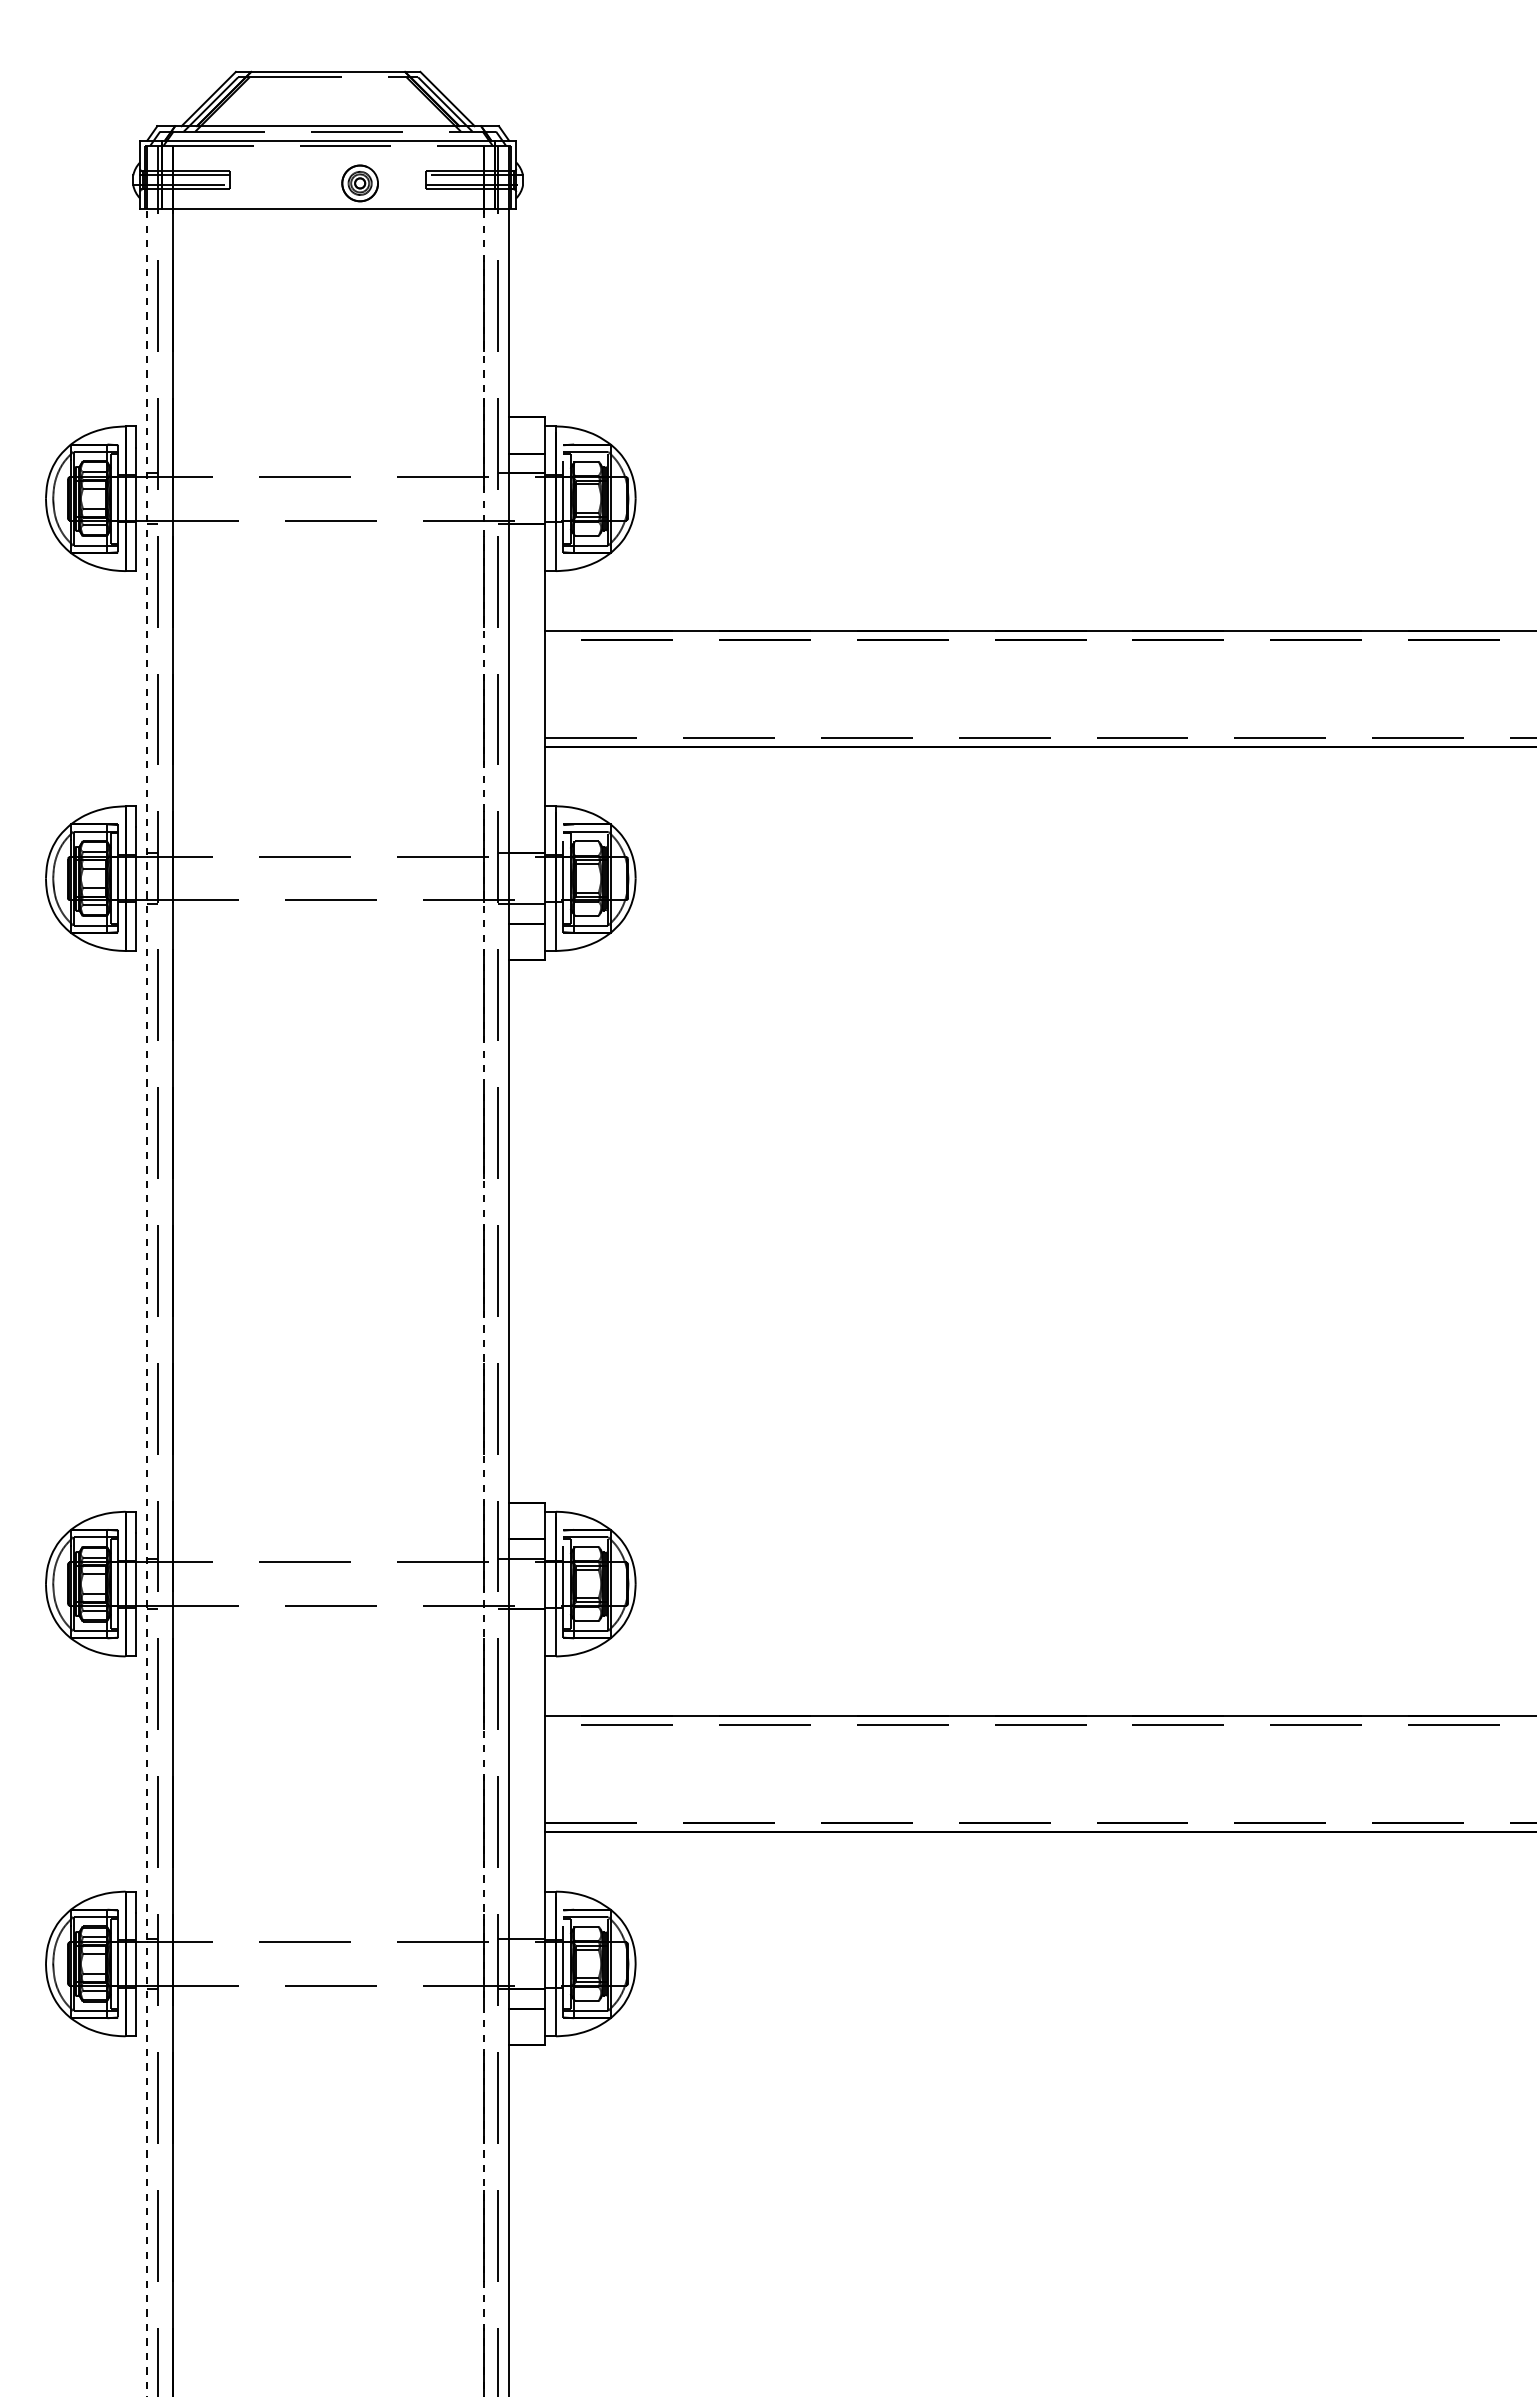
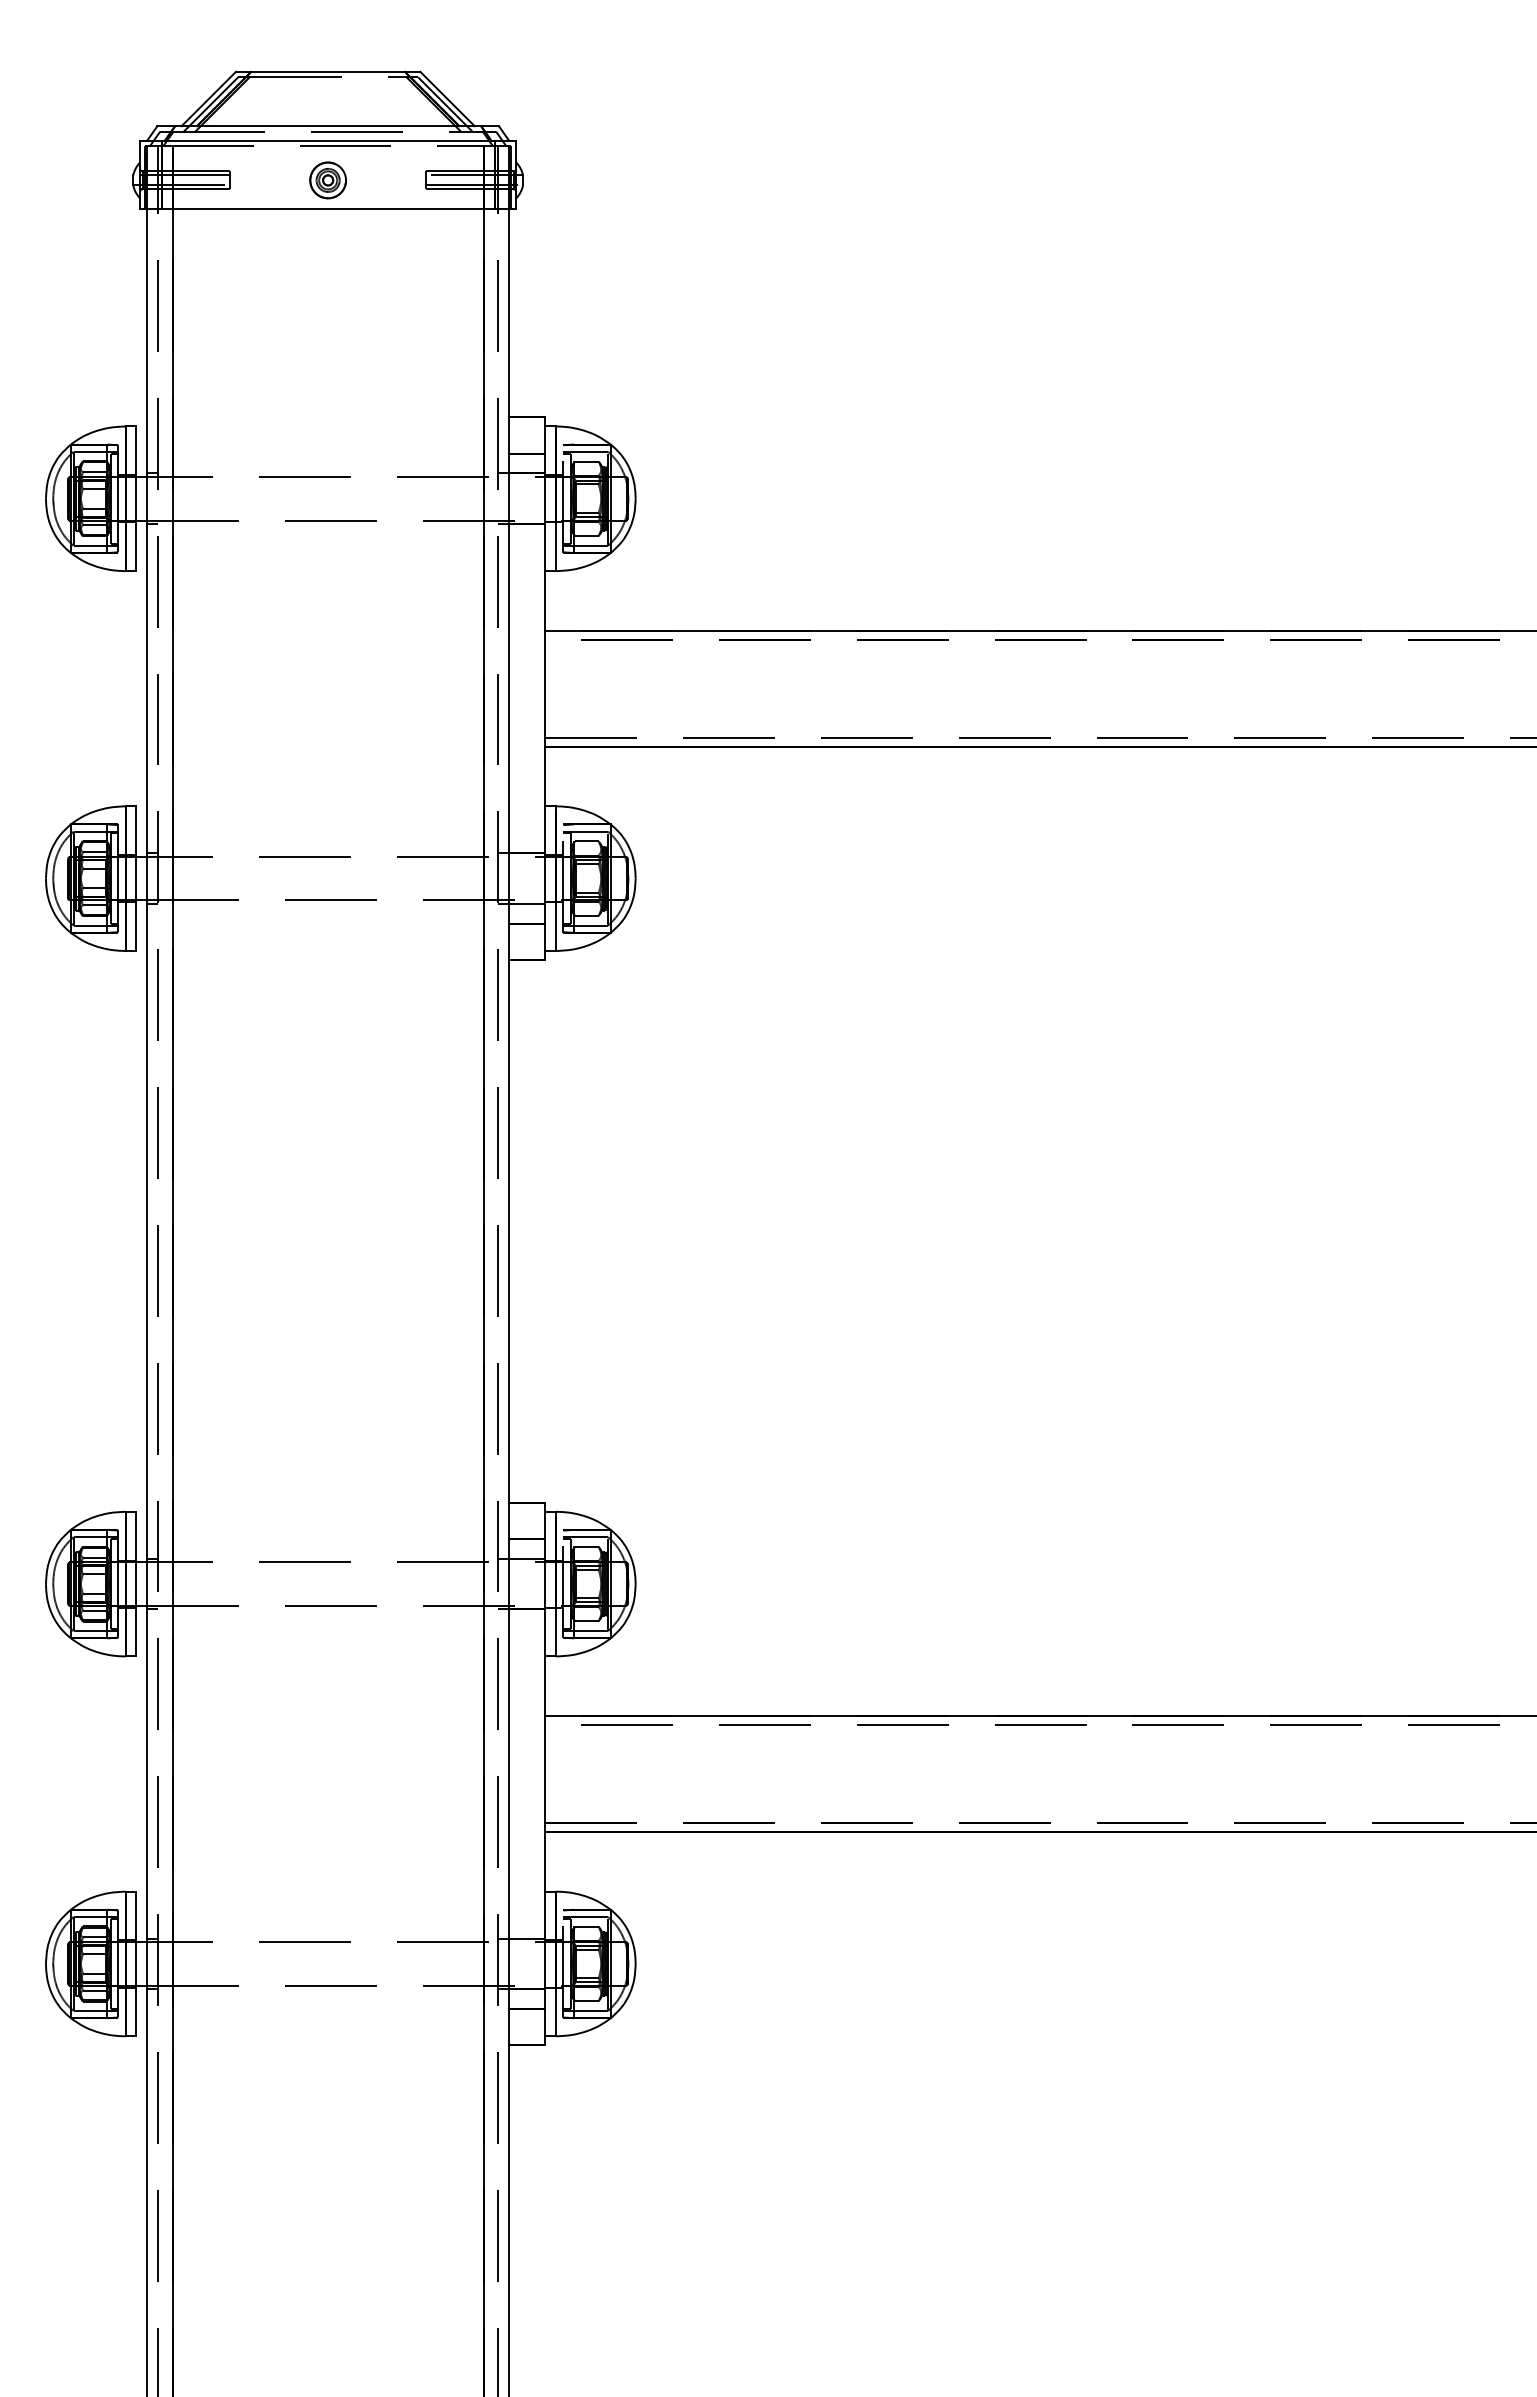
part at (359, 183) position: (359, 183) -> (327, 180)
line at (147, 1302): dashed -> solid
line at (483, 1302): dashed -> solid
